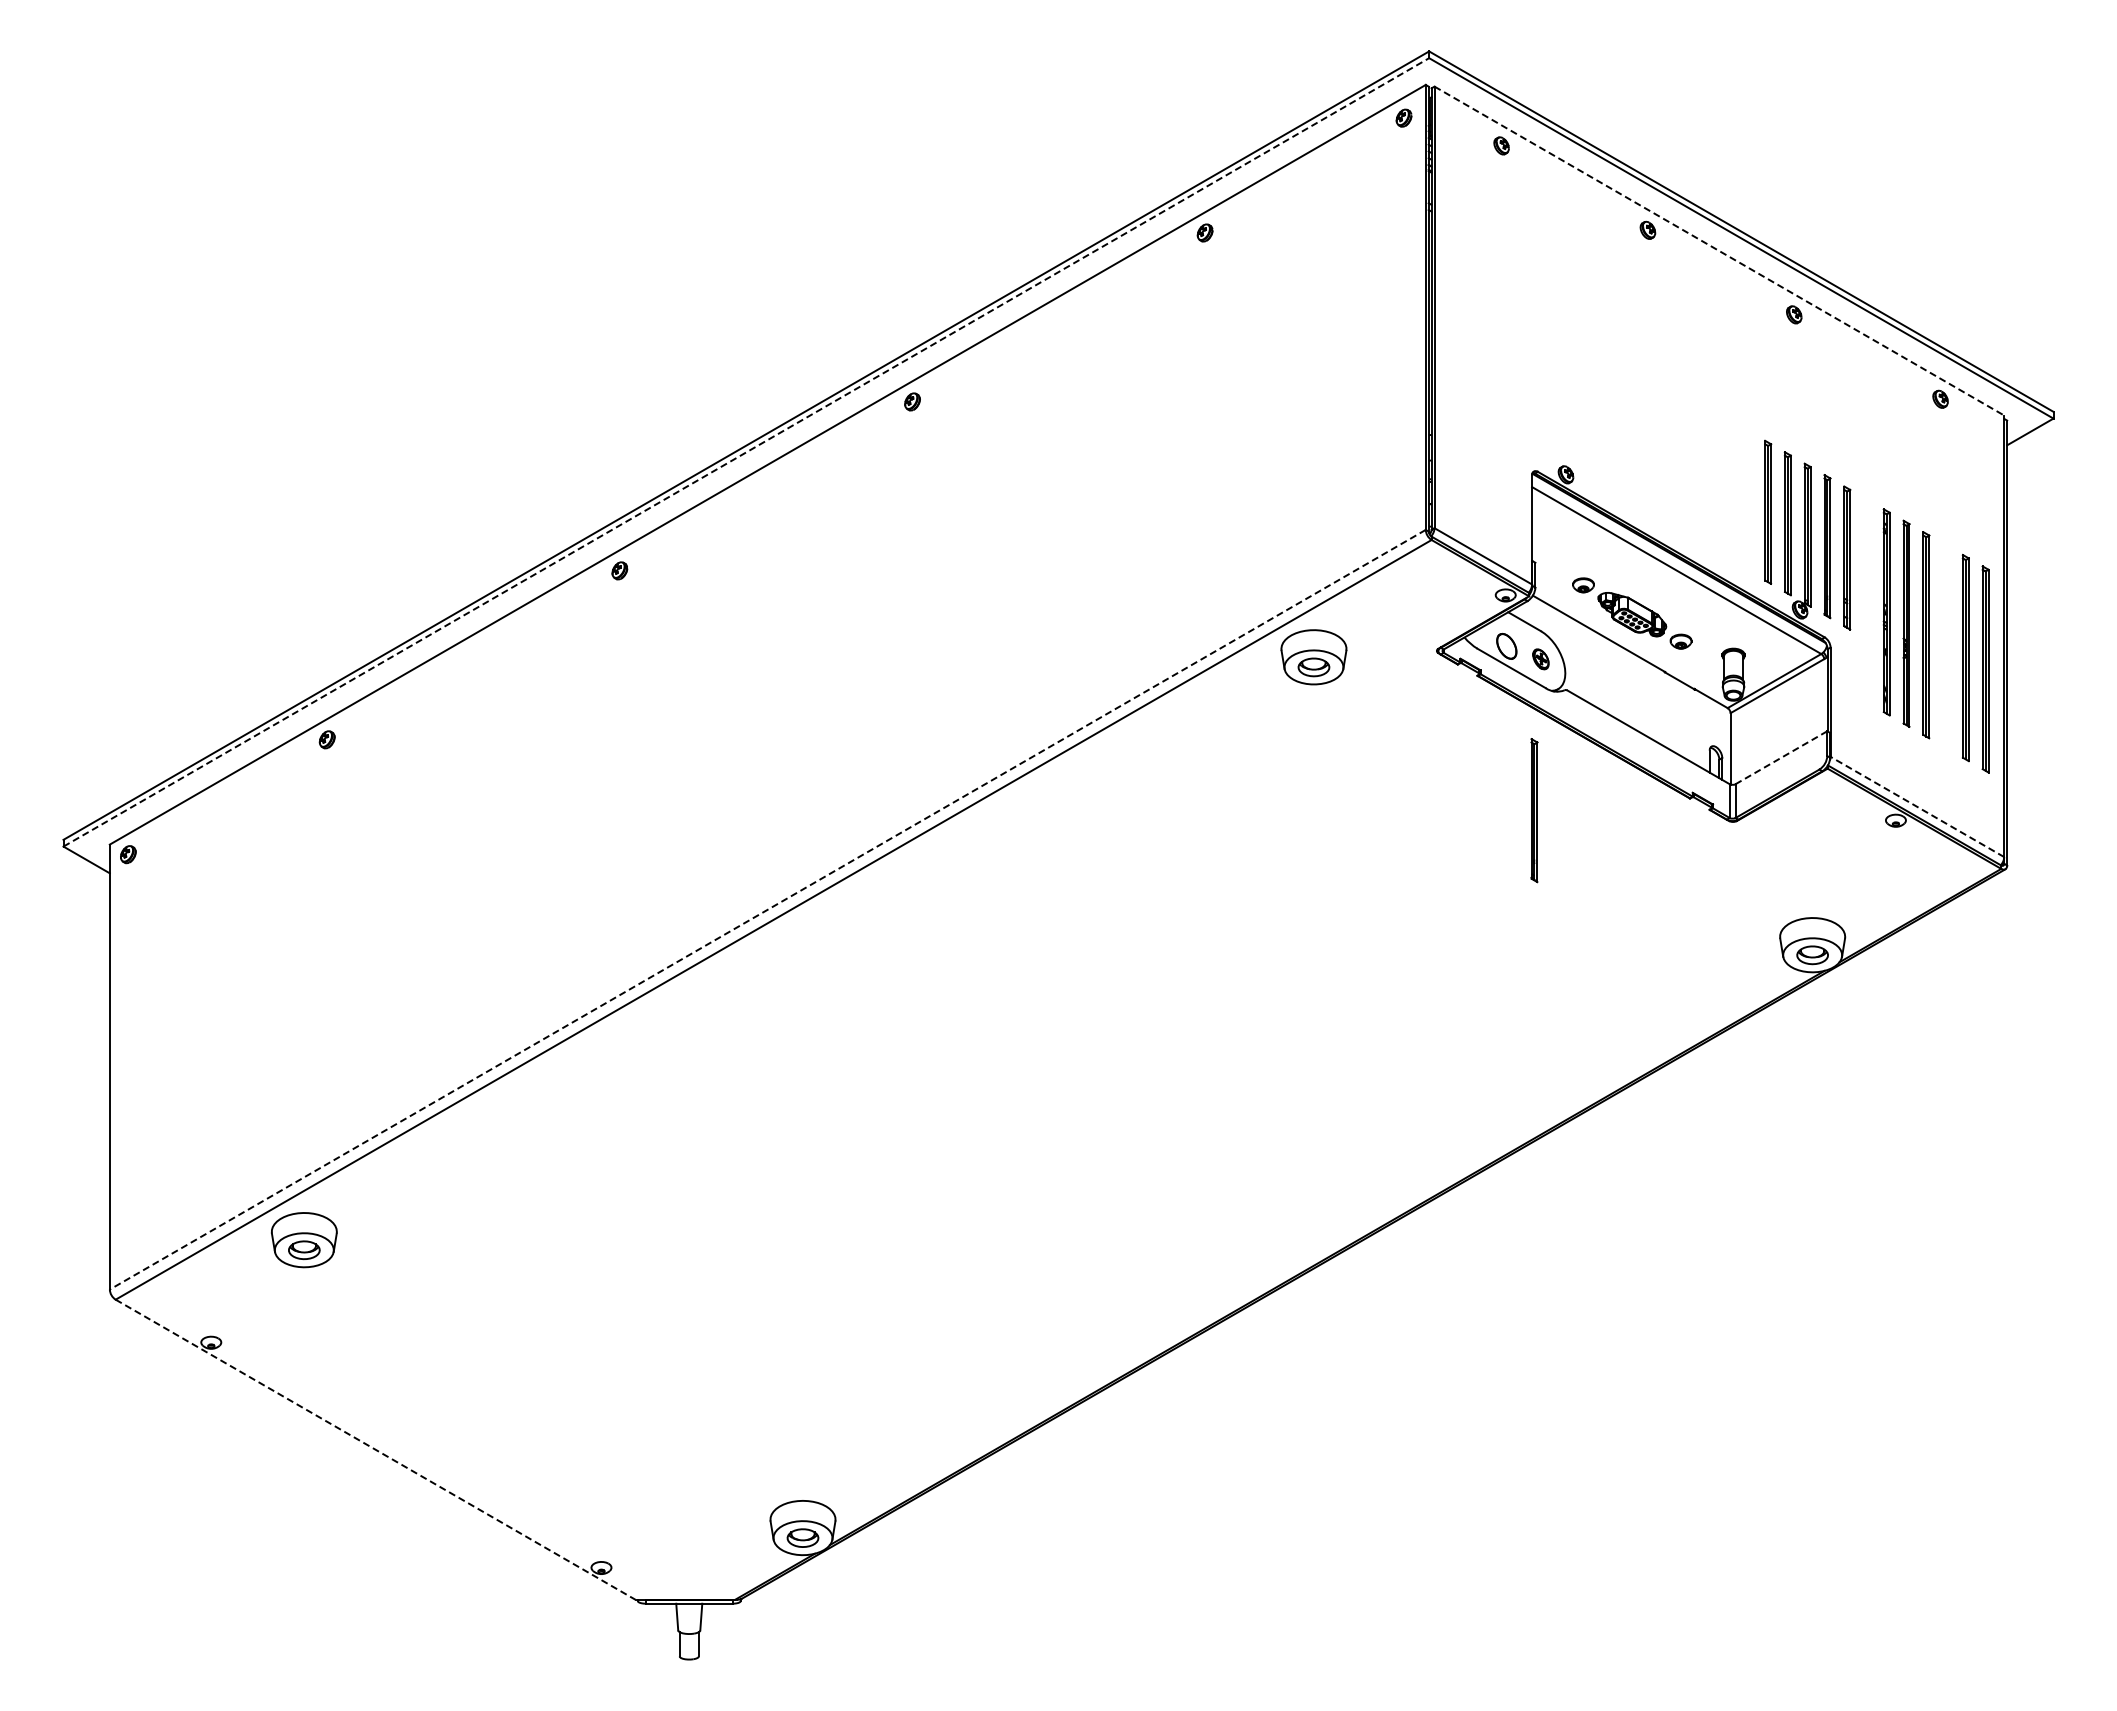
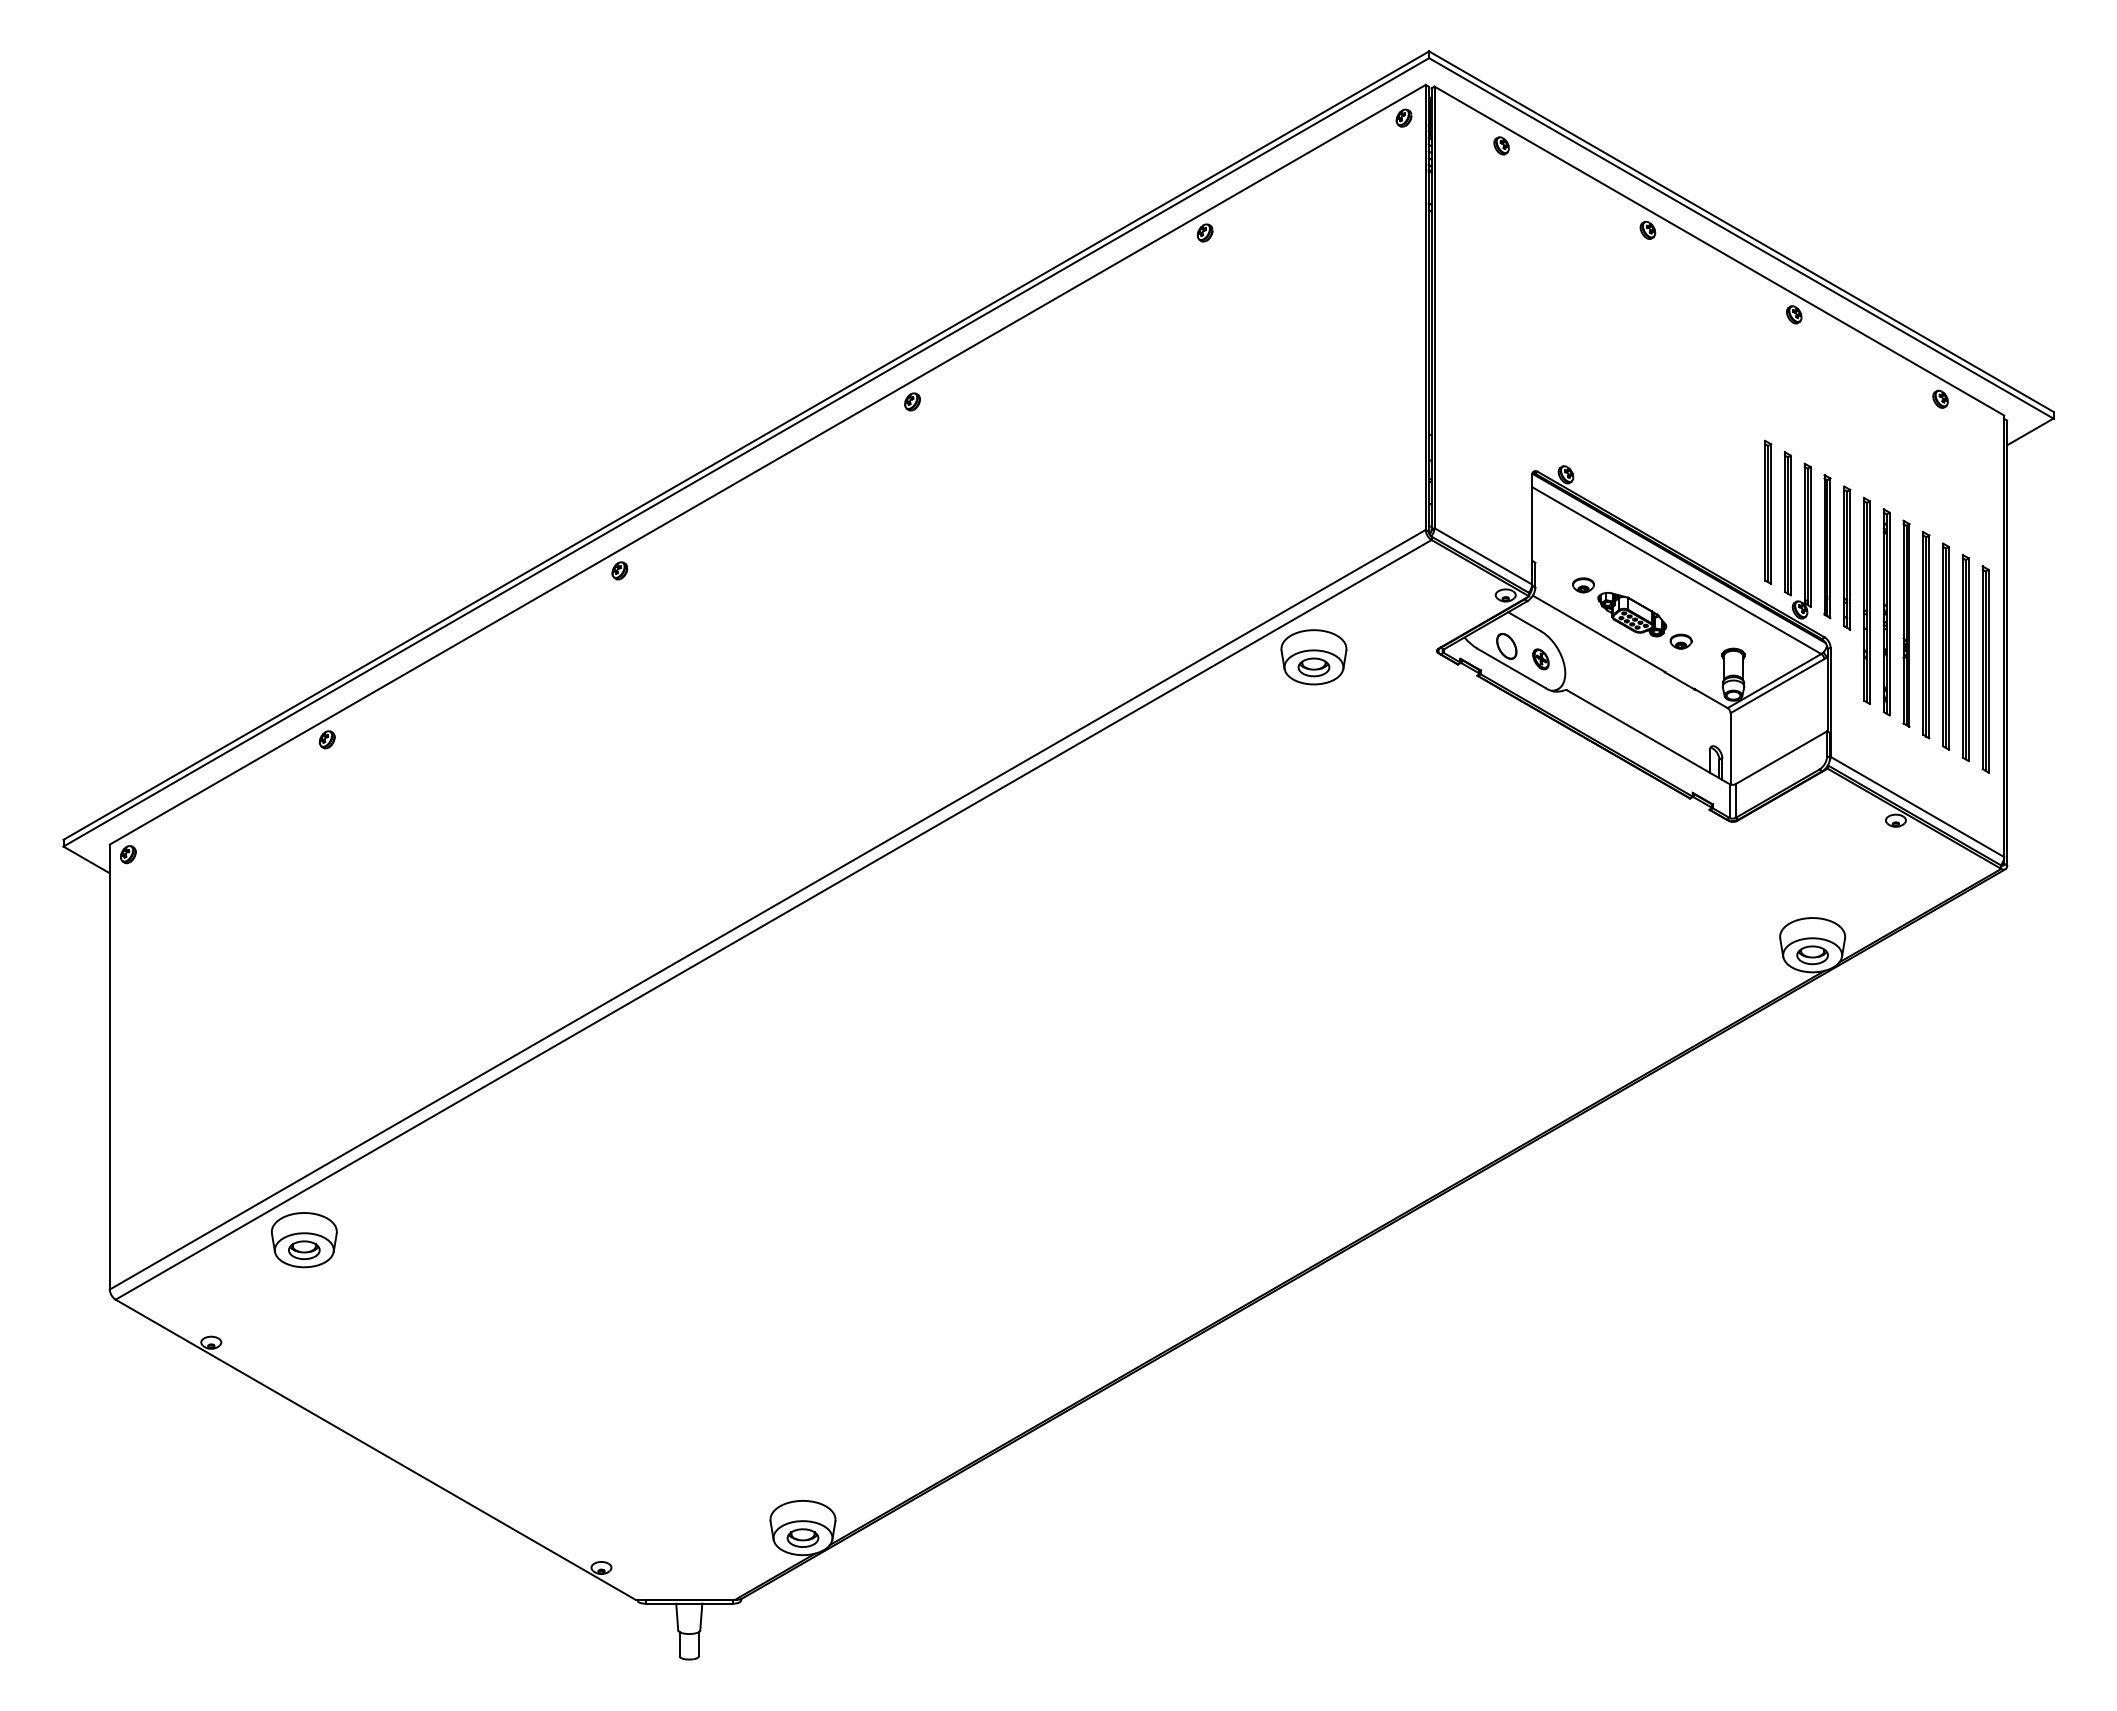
line at (1719, 251): dashed -> solid
line at (746, 452): dashed -> solid
part at (1866, 600): none -> present
part at (1946, 646): none -> present
line at (1781, 757): dashed -> solid
line at (1916, 806): dashed -> solid
part at (1534, 810): present -> none
line at (767, 909): dashed -> solid
line at (376, 1450): dashed -> solid
